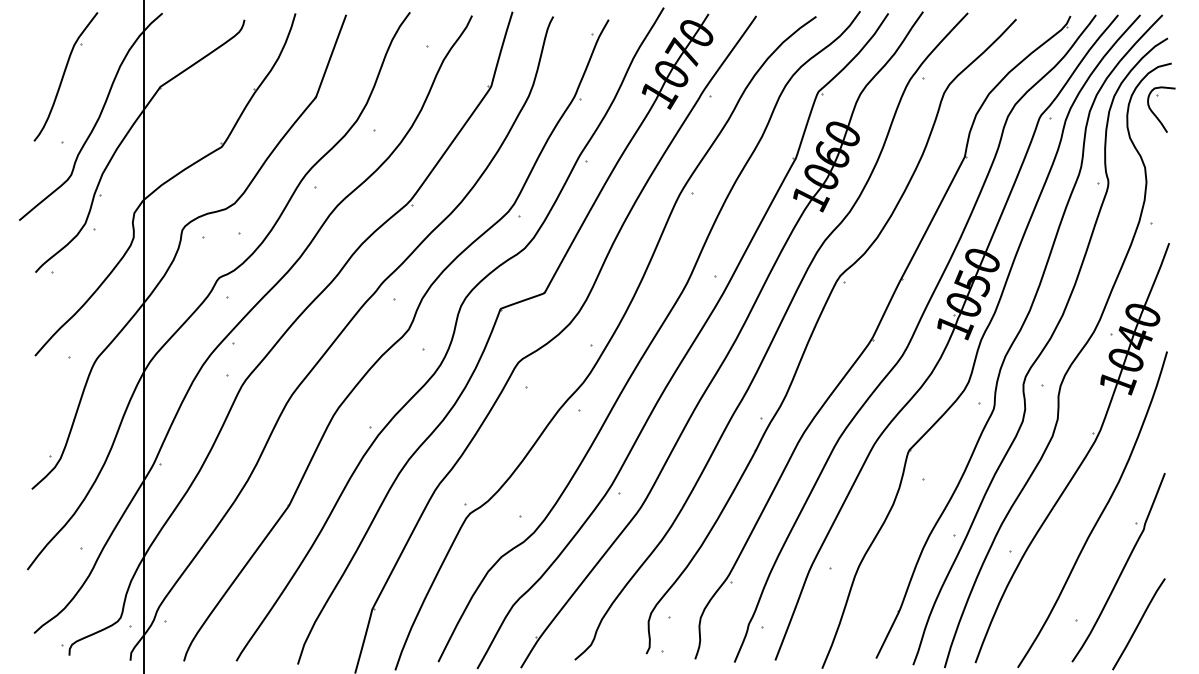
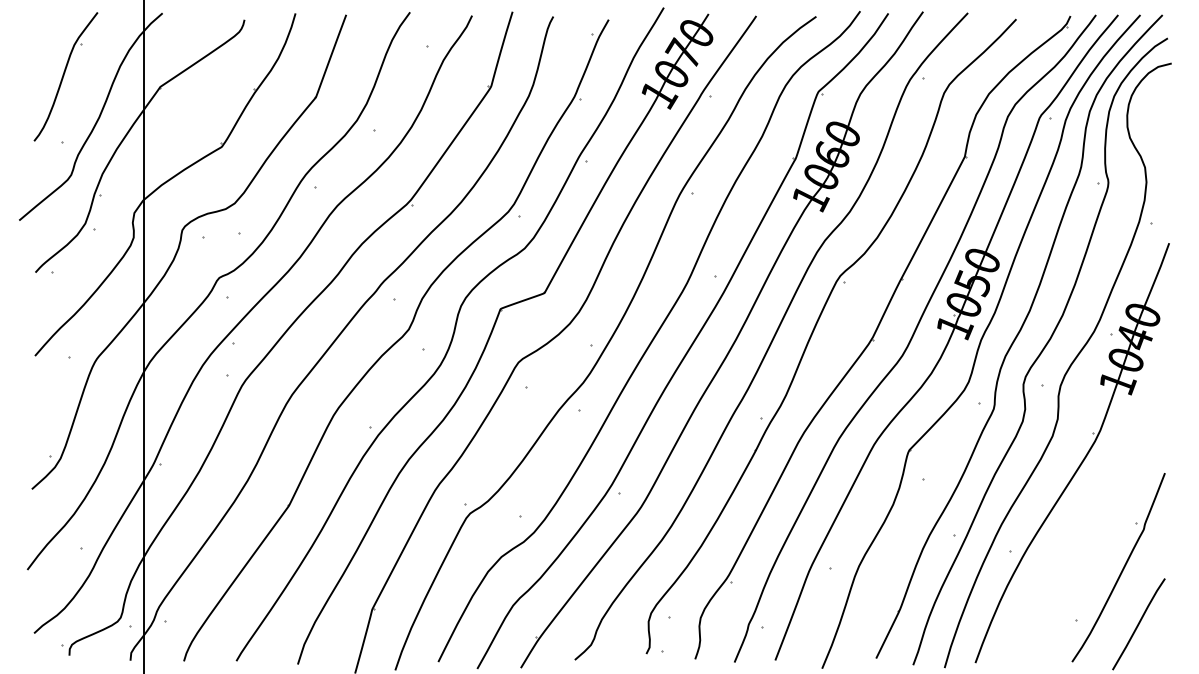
part at (1155, 114): present -> none
curve at (1100, 513): present -> none
